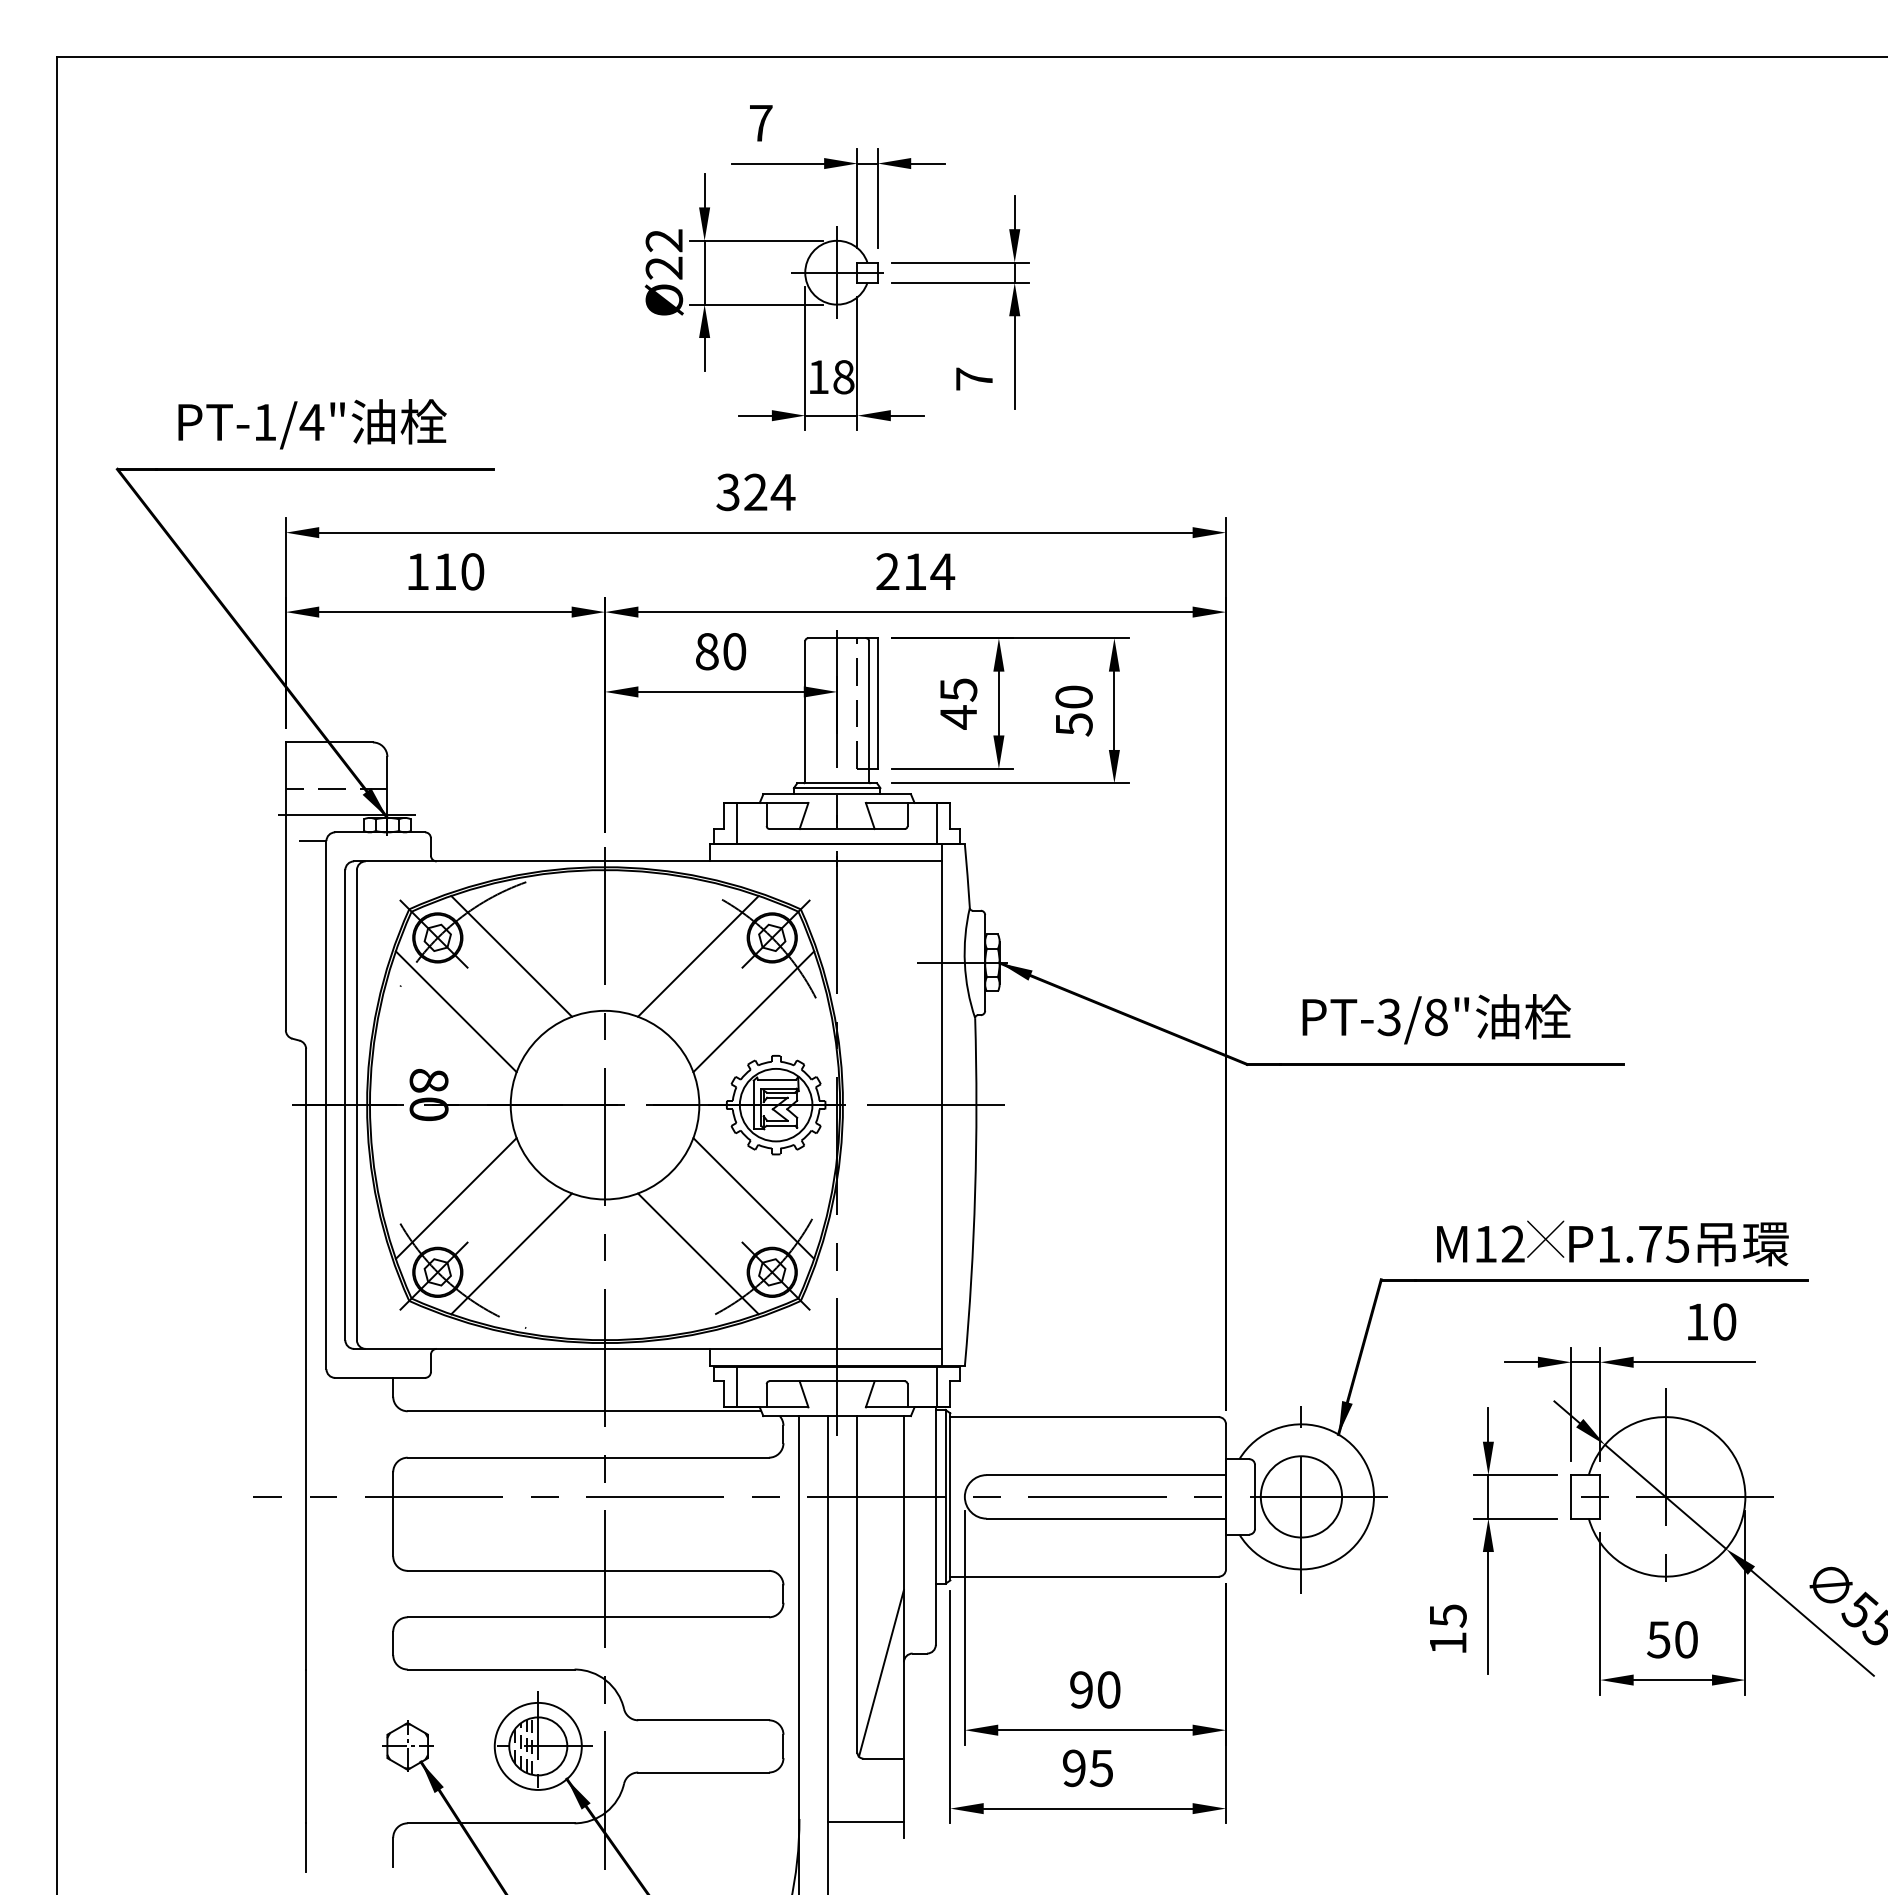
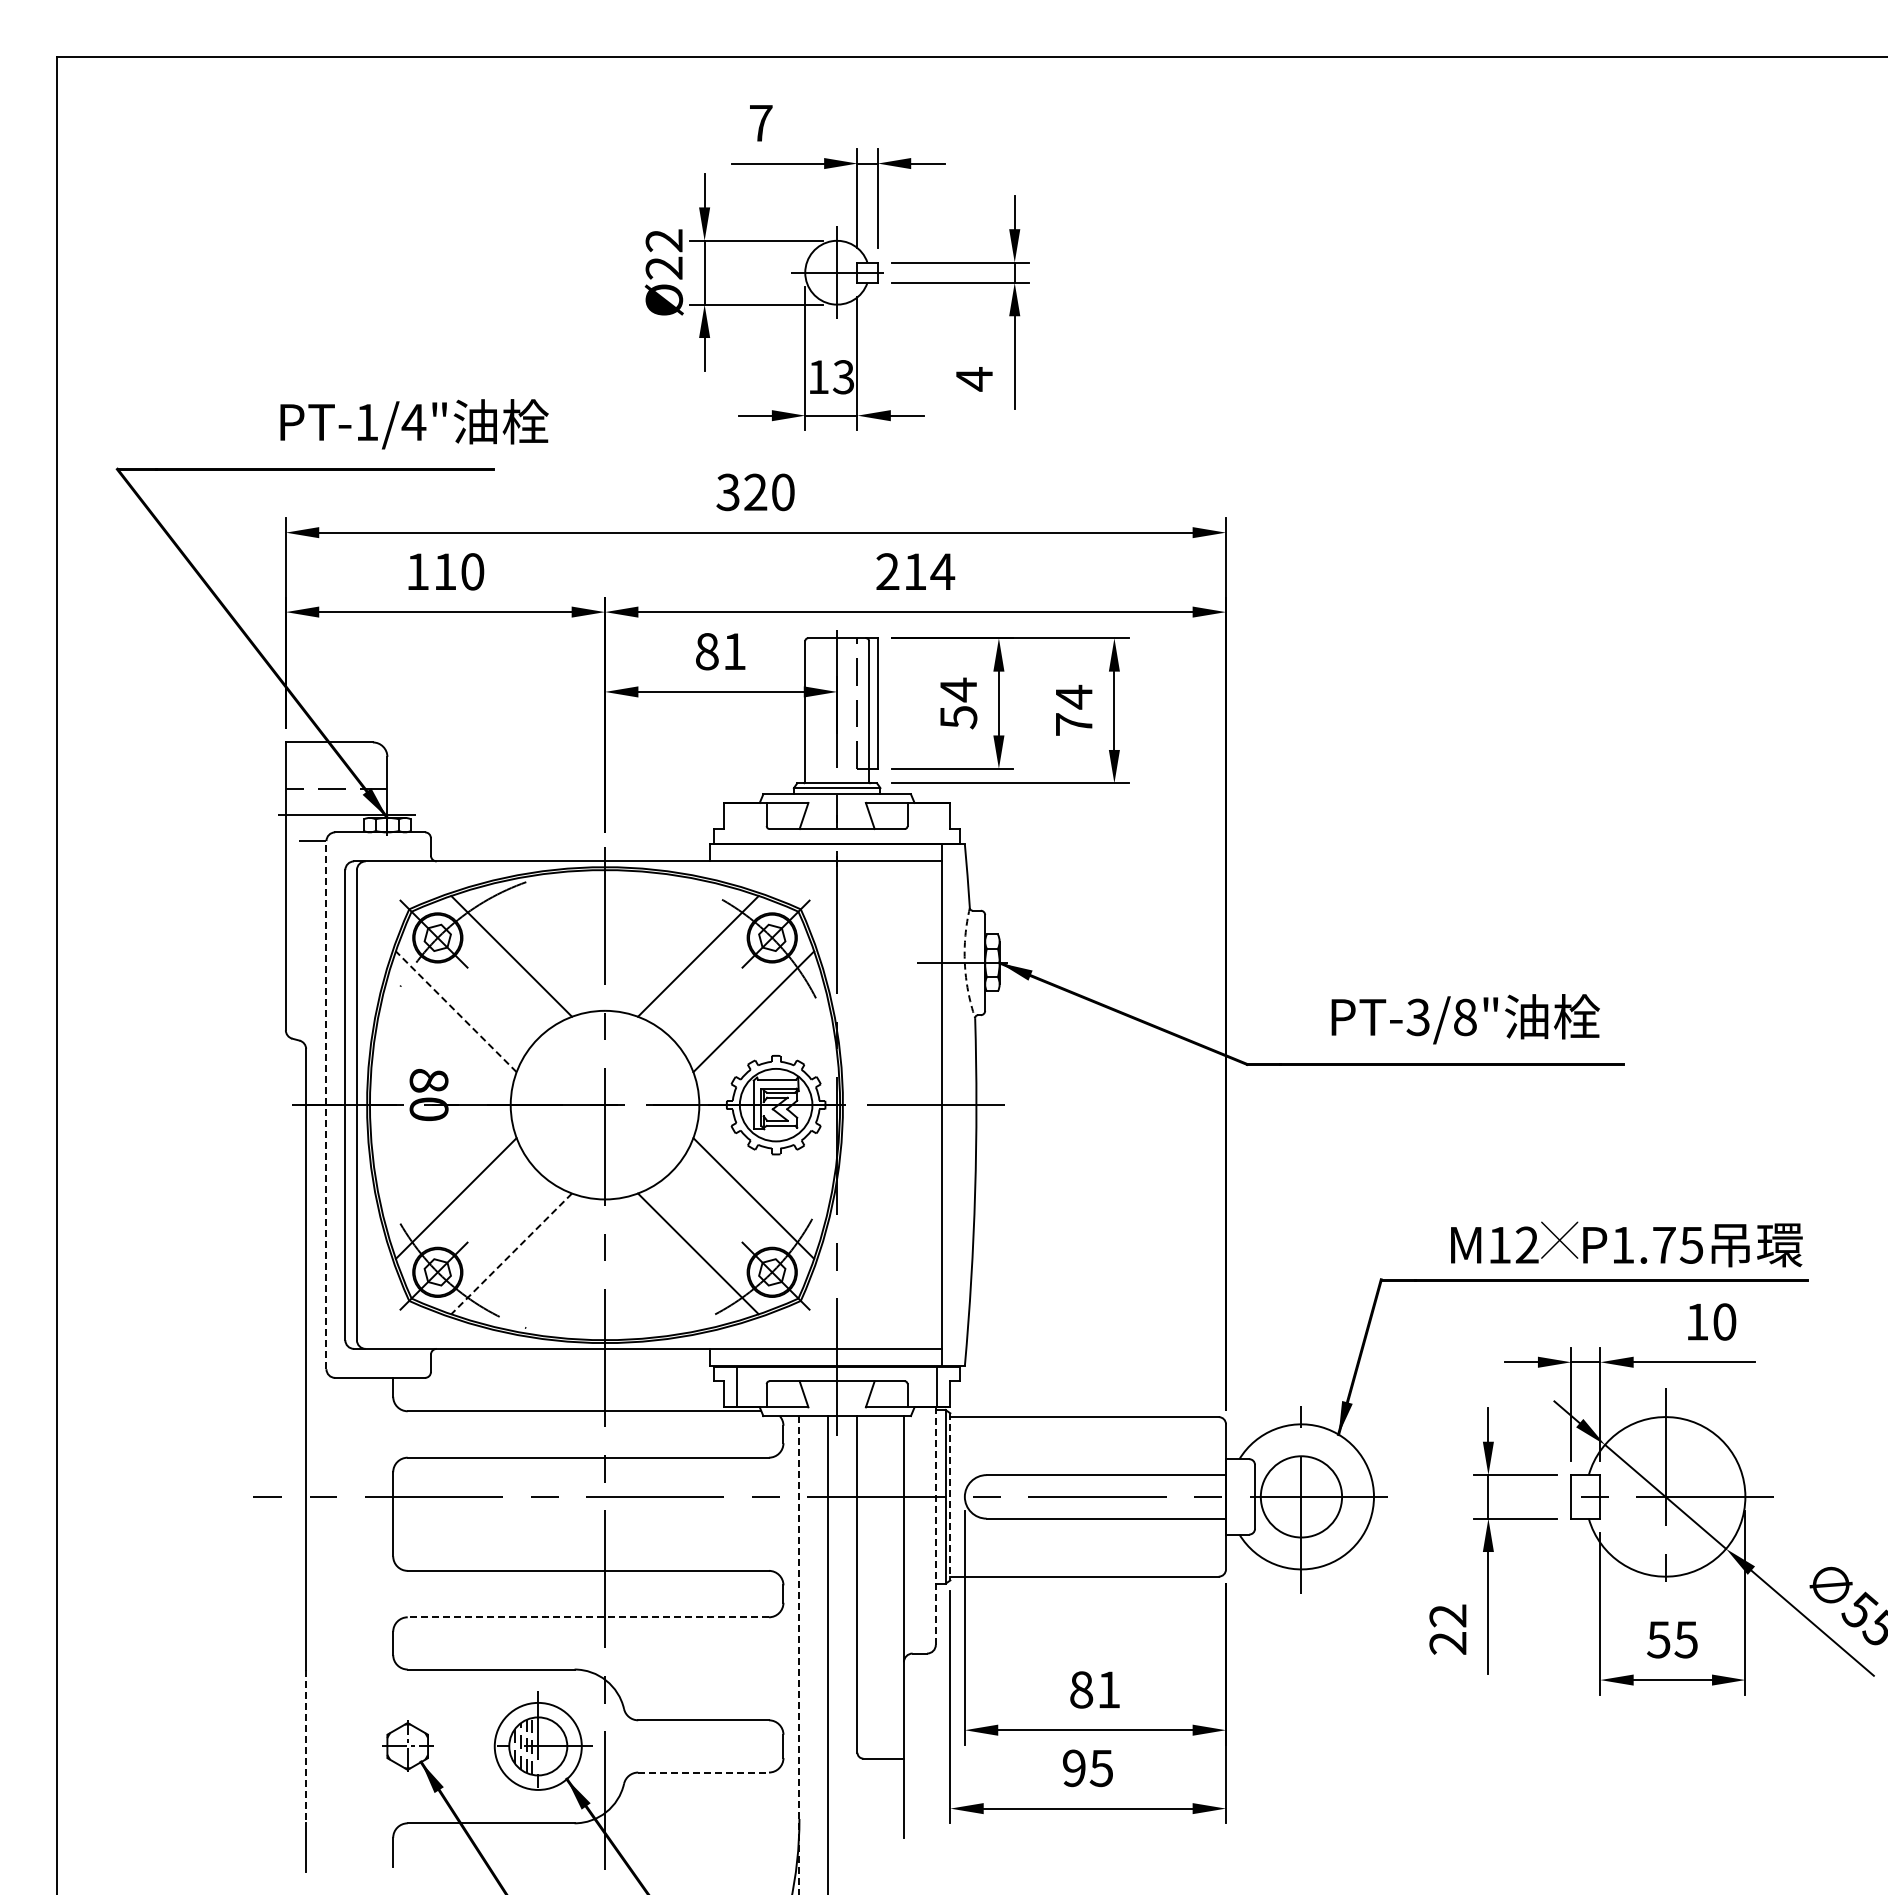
text at (843, 377): 18 -> 13
text at (974, 379): 7 -> 4
text at (312, 424) position: (312, 424) -> (414, 424)
text at (782, 492): 324 -> 320
text at (734, 651): 80 -> 81
text at (958, 703): 45 -> 54
text at (1073, 710): 50 -> 74
line at (736, 822): present -> none
line at (937, 822): present -> none
arc at (964, 963): solid -> dashed
line at (455, 1011): solid -> dashed
text at (1436, 1019) position: (1436, 1019) -> (1465, 1019)
line at (326, 1104): solid -> dashed
text at (1612, 1243) position: (1612, 1243) -> (1626, 1244)
line at (511, 1254): solid -> dashed
line at (950, 1496): solid -> dashed
line at (935, 1526): solid -> dashed
line at (588, 1617): solid -> dashed
text at (1447, 1629): 15 -> 22
text at (1685, 1639): 50 -> 55
line at (799, 1655): solid -> dashed
line at (880, 1673): present -> none
text at (1095, 1689): 90 -> 81
line at (306, 1746): solid -> dashed
line at (704, 1772): solid -> dashed
line at (865, 1821): present -> none
